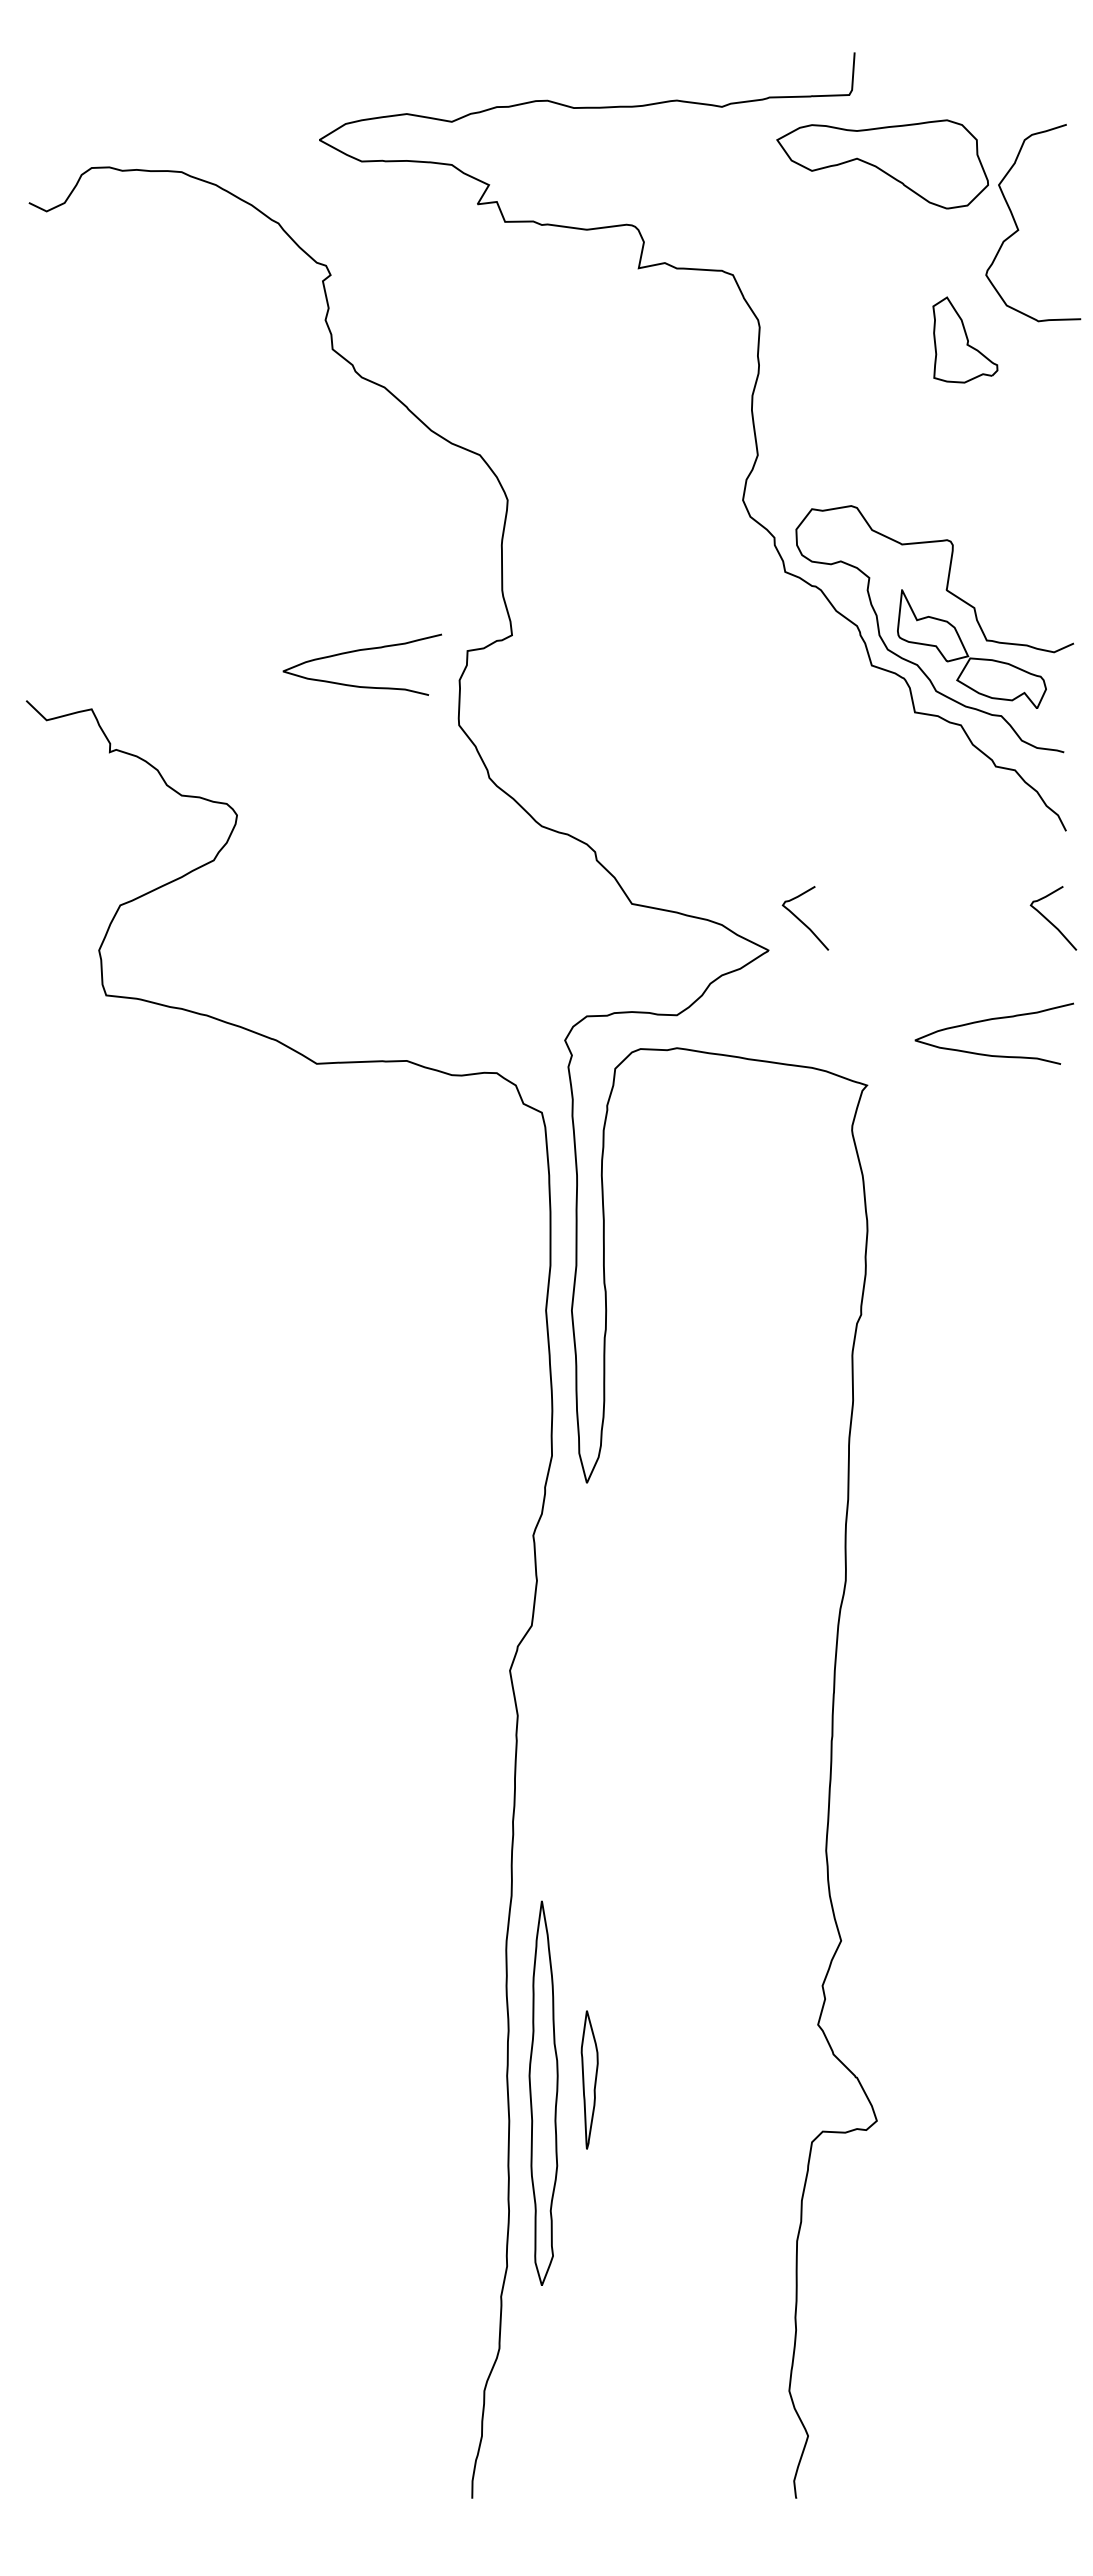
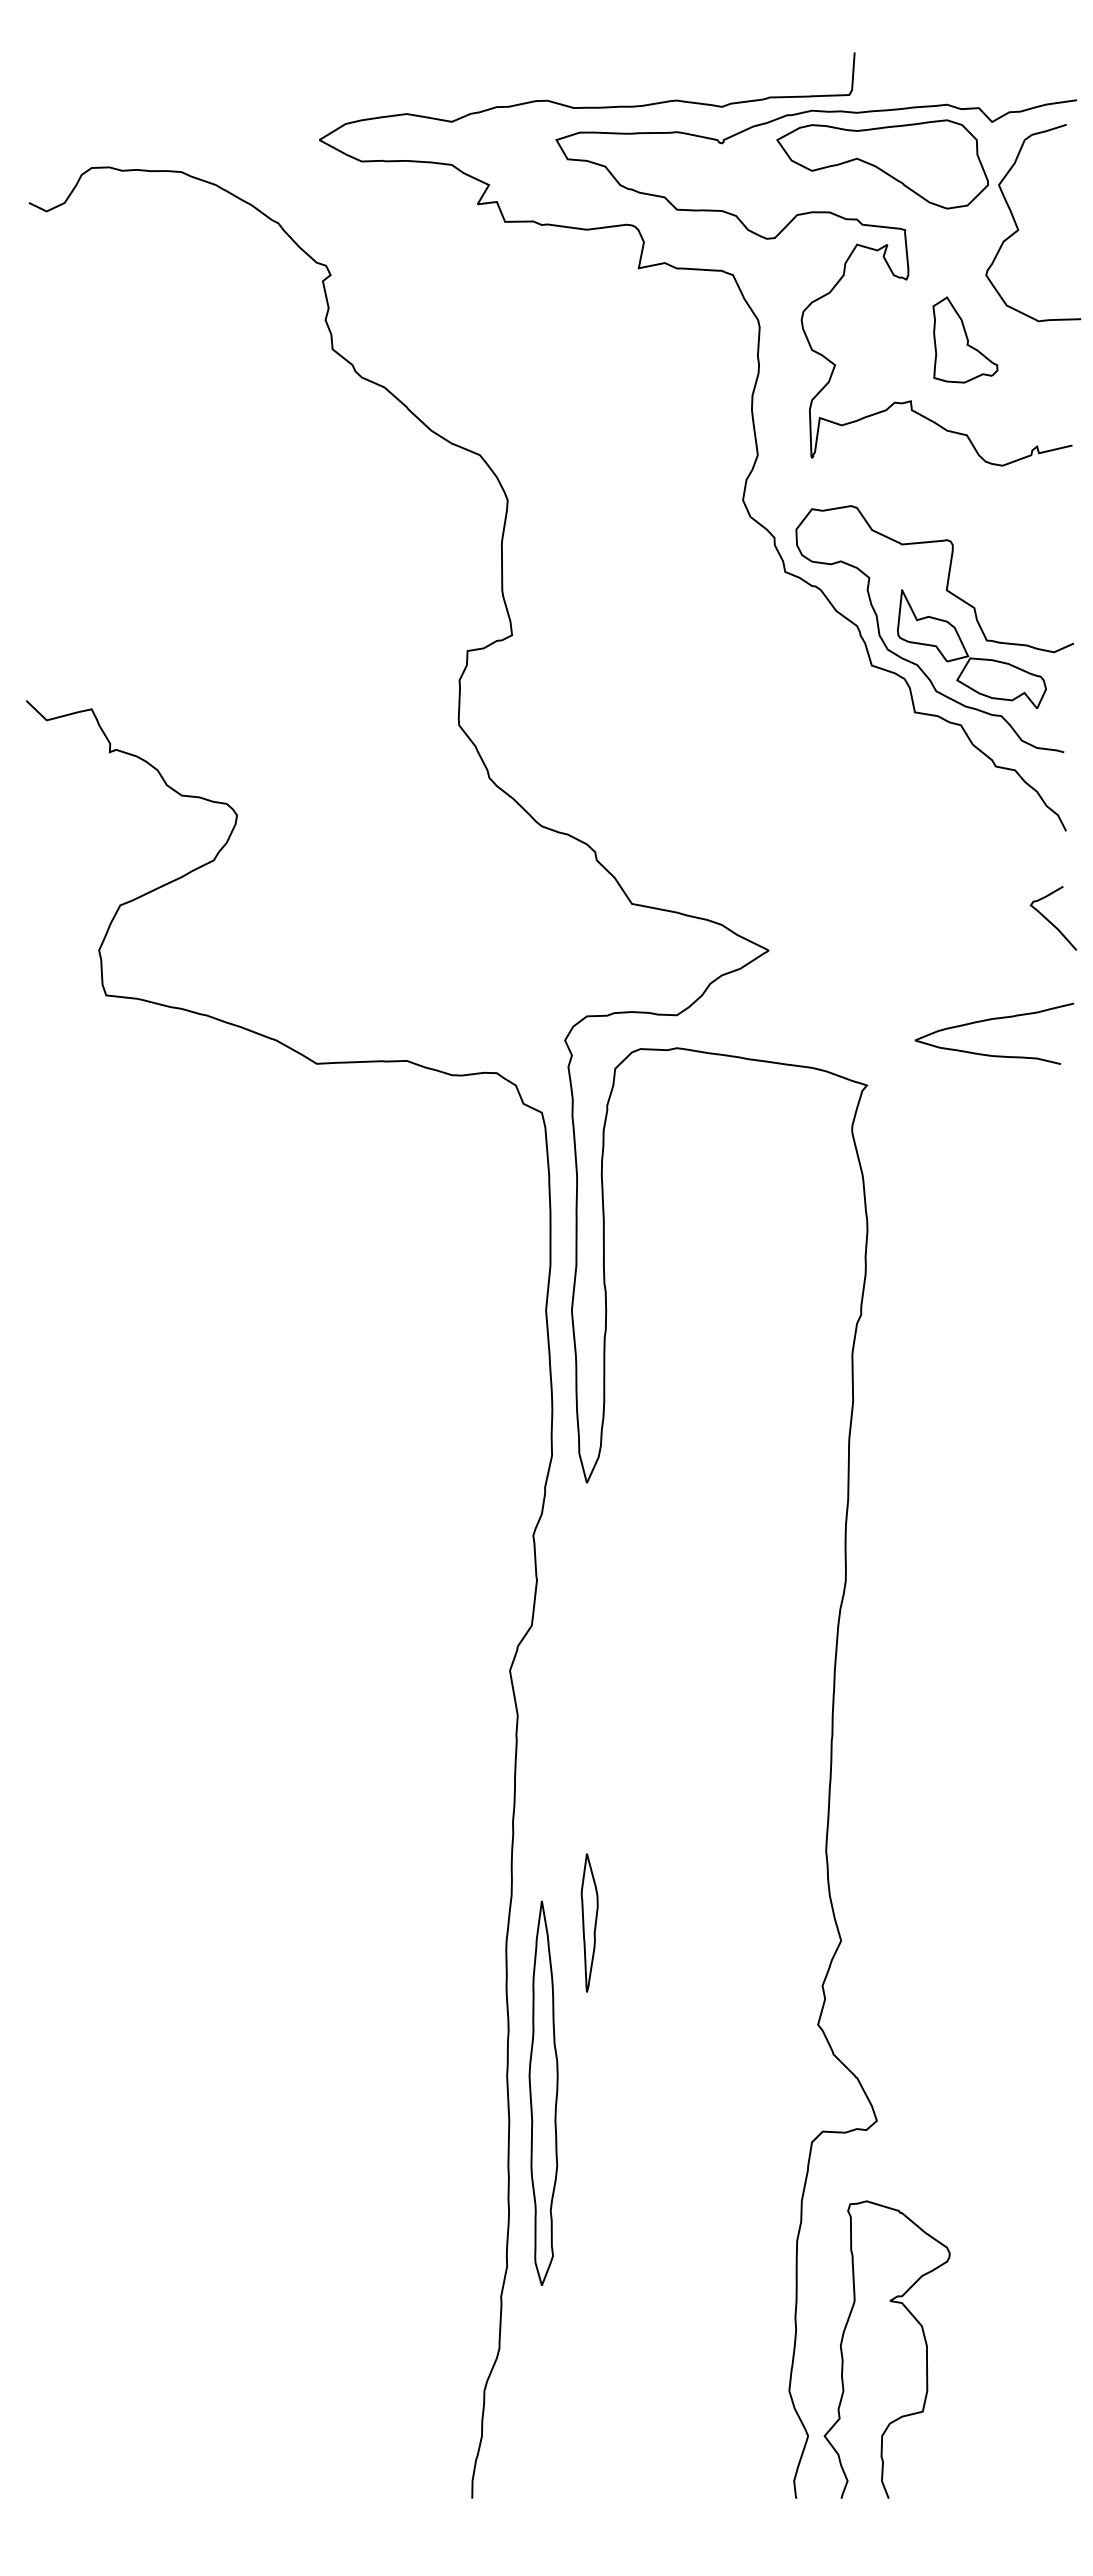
curve at (822, 295): none -> present
curve at (359, 651): present -> none
curve at (802, 921): present -> none
part at (589, 2079) position: (589, 2079) -> (589, 1922)
curve at (924, 2341): none -> present
